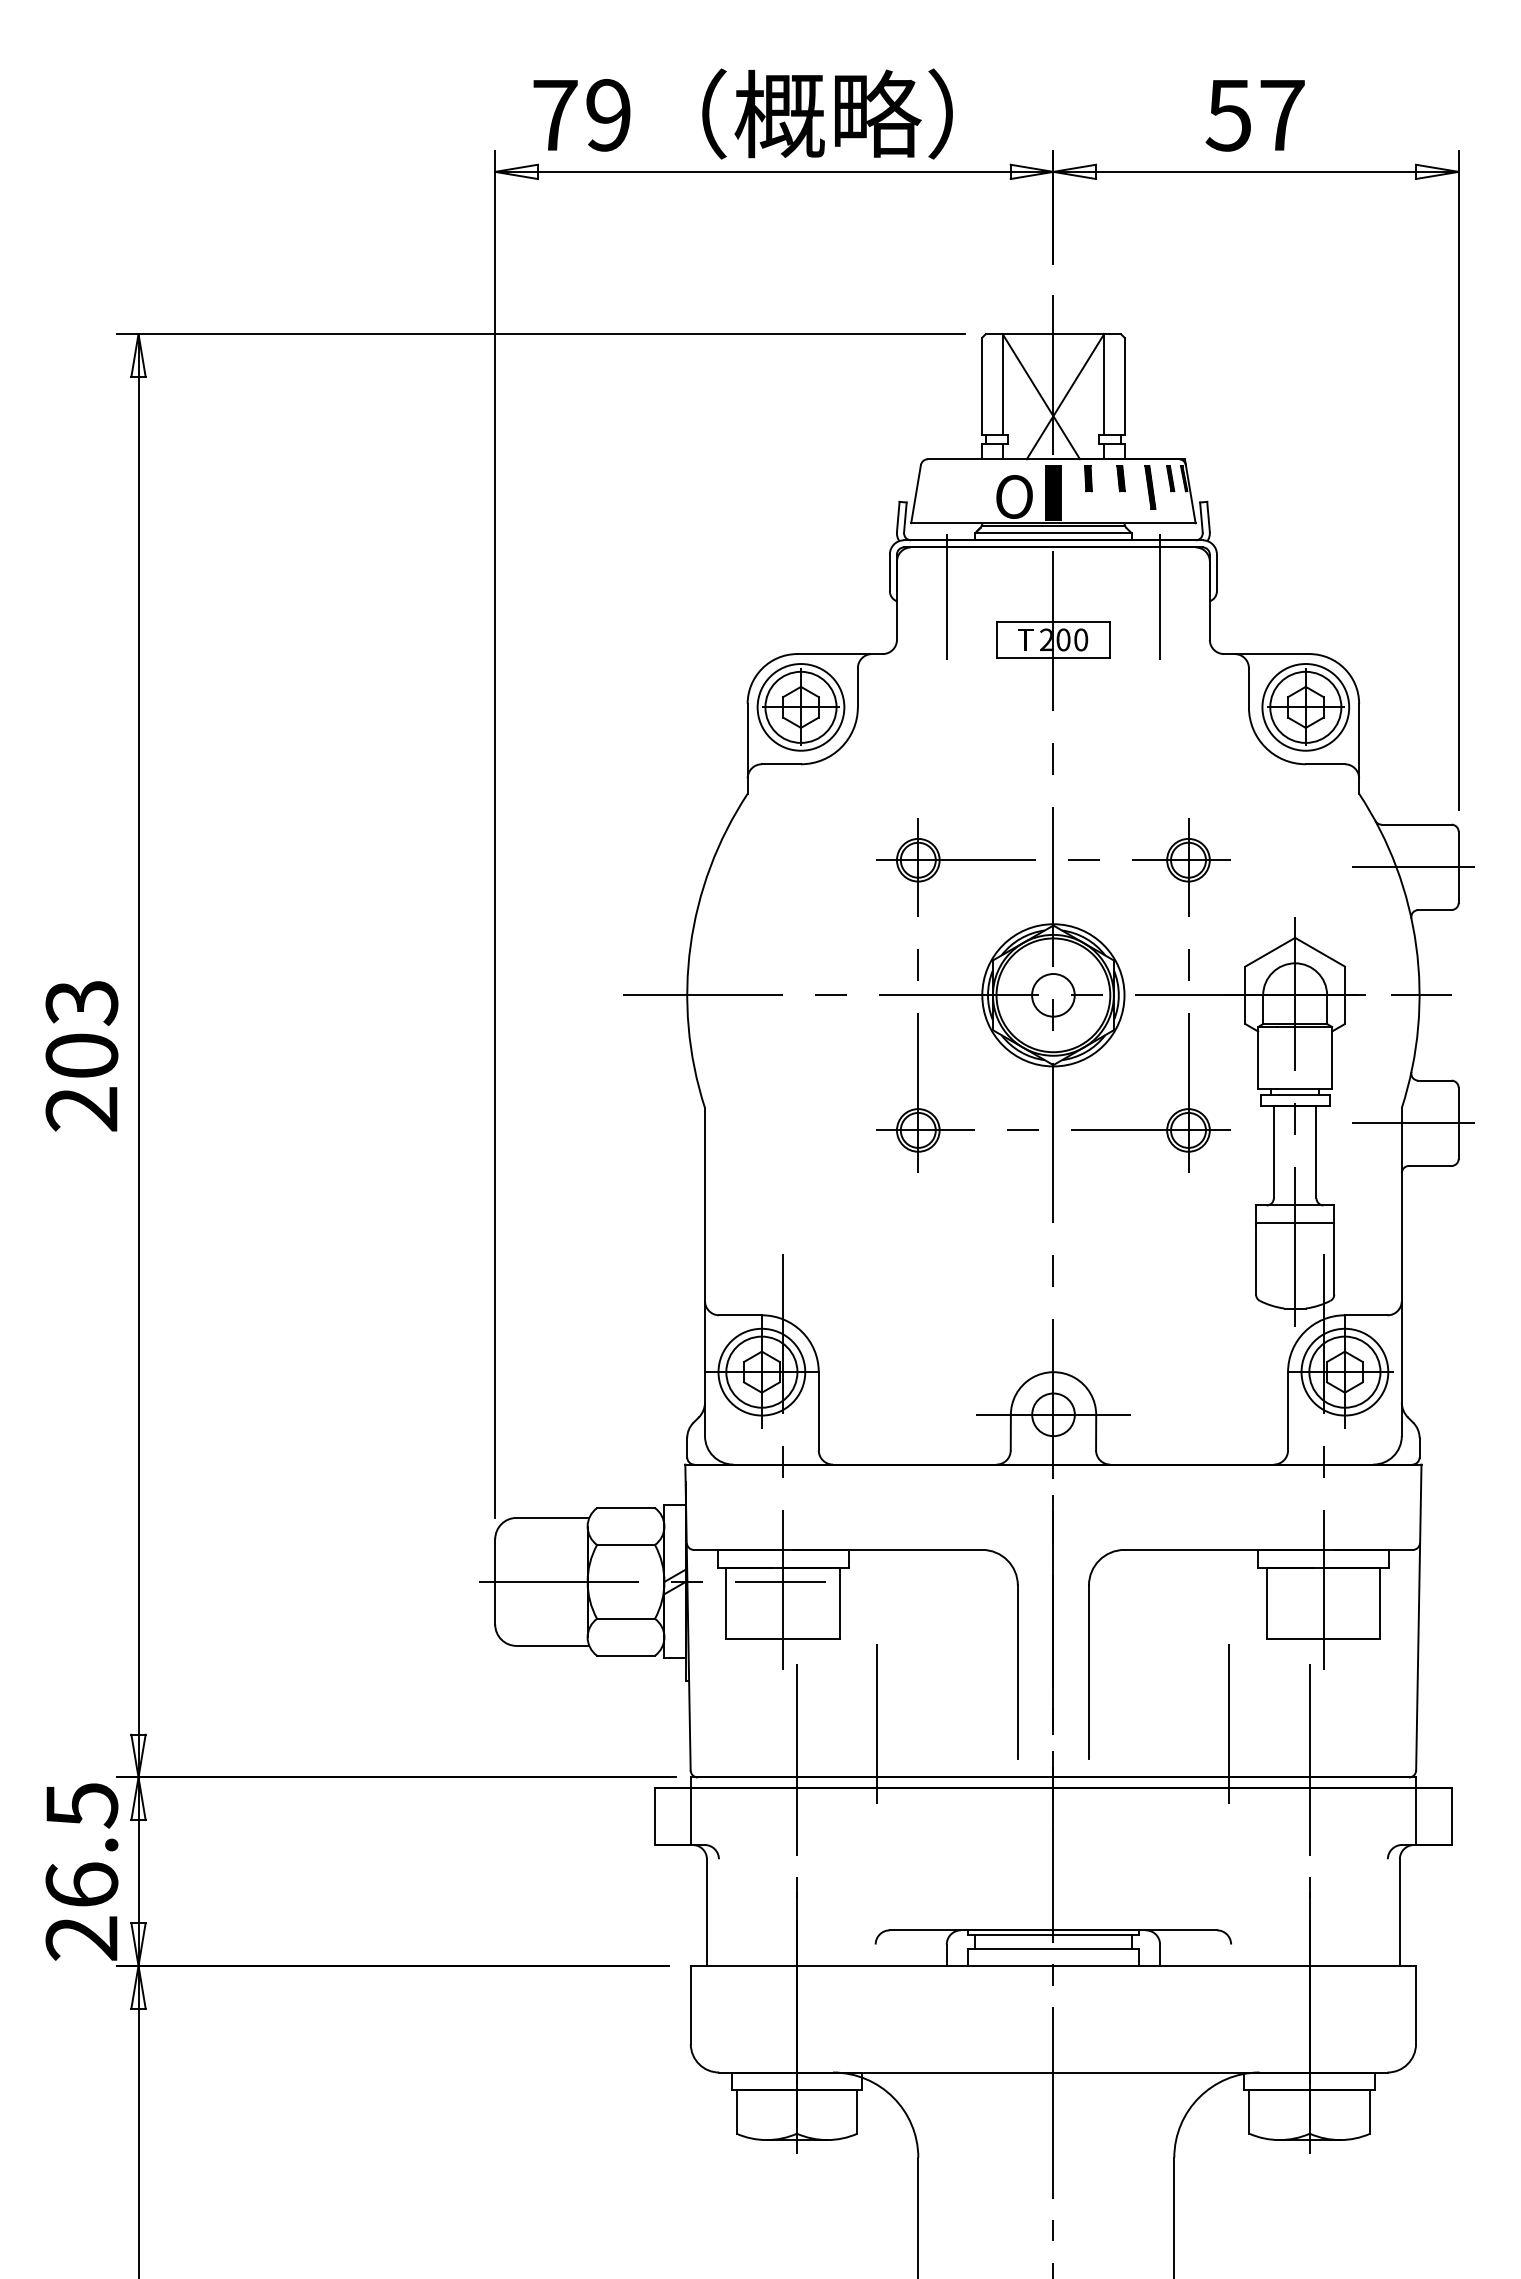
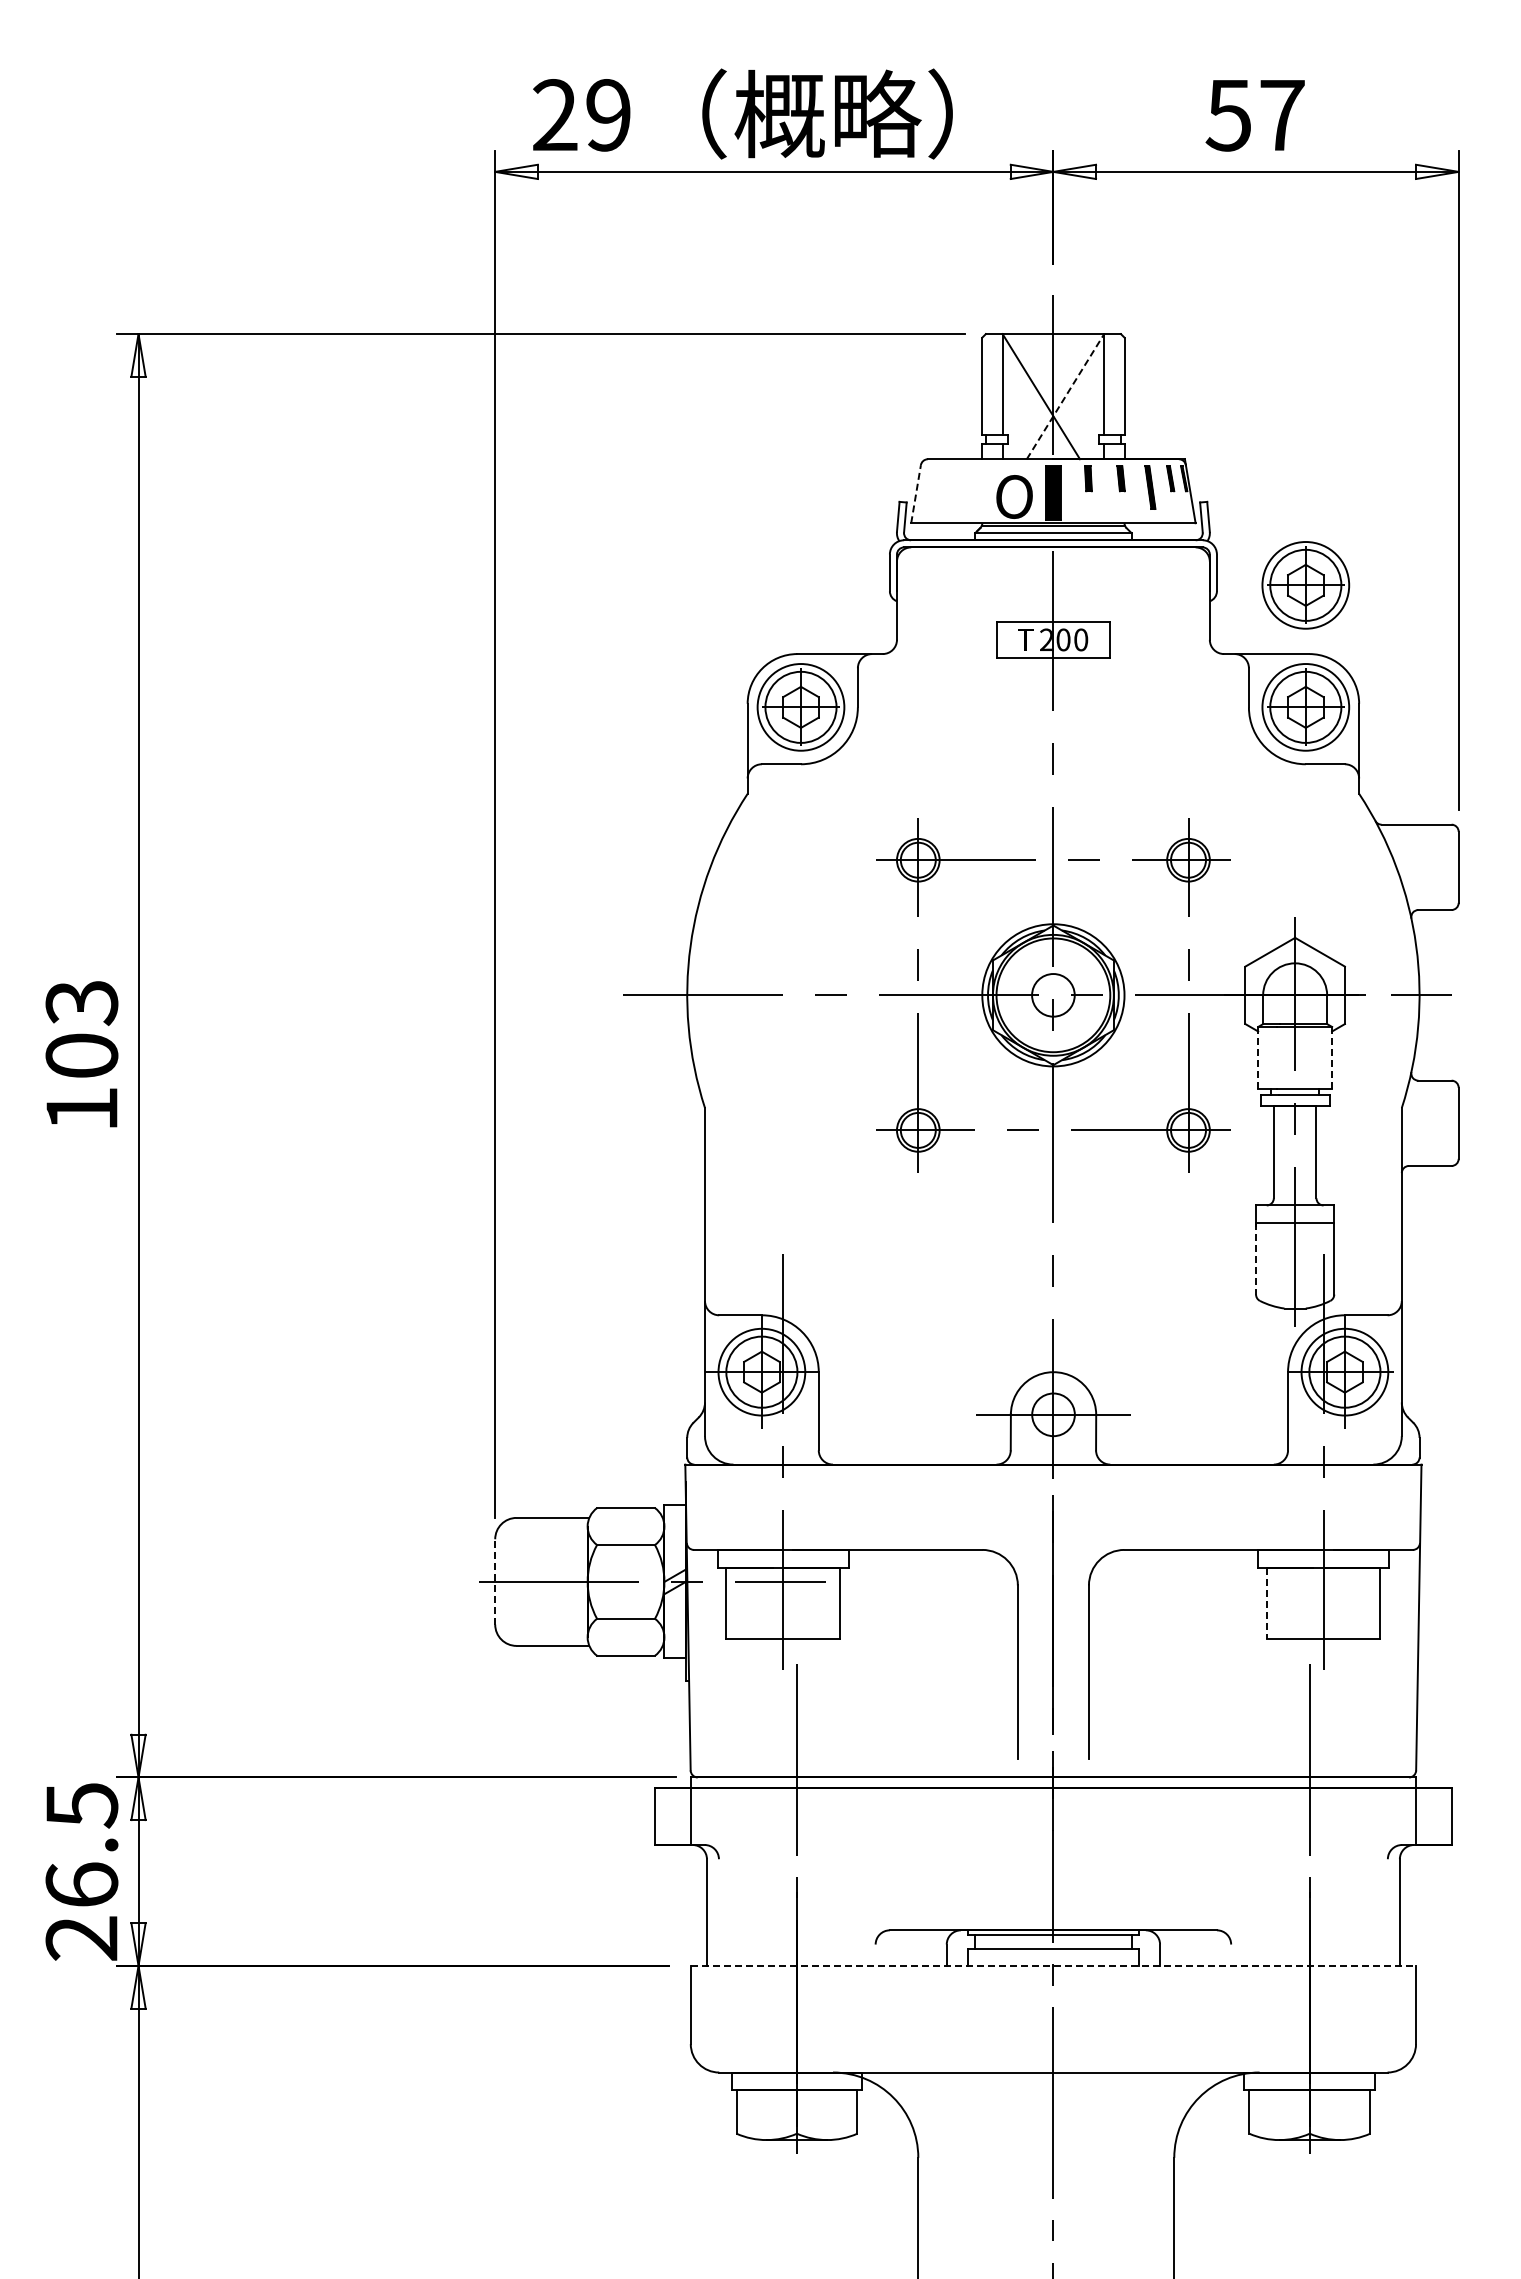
text at (555, 114): 79 -> 29
line at (1065, 396): solid -> dashed
line at (916, 493): solid -> dashed
part at (1305, 585): none -> present
line at (946, 596): present -> none
line at (1160, 596): present -> none
line at (1413, 867): present -> none
line at (1258, 1057): solid -> dashed
line at (1332, 1057): solid -> dashed
text at (81, 1109): 203 -> 103
line at (1413, 1123): present -> none
line at (1256, 1258): solid -> dashed
line at (495, 1581): solid -> dashed
line at (1266, 1603): solid -> dashed
line at (877, 1716): present -> none
line at (1229, 1716): present -> none
line at (1053, 1965): solid -> dashed
